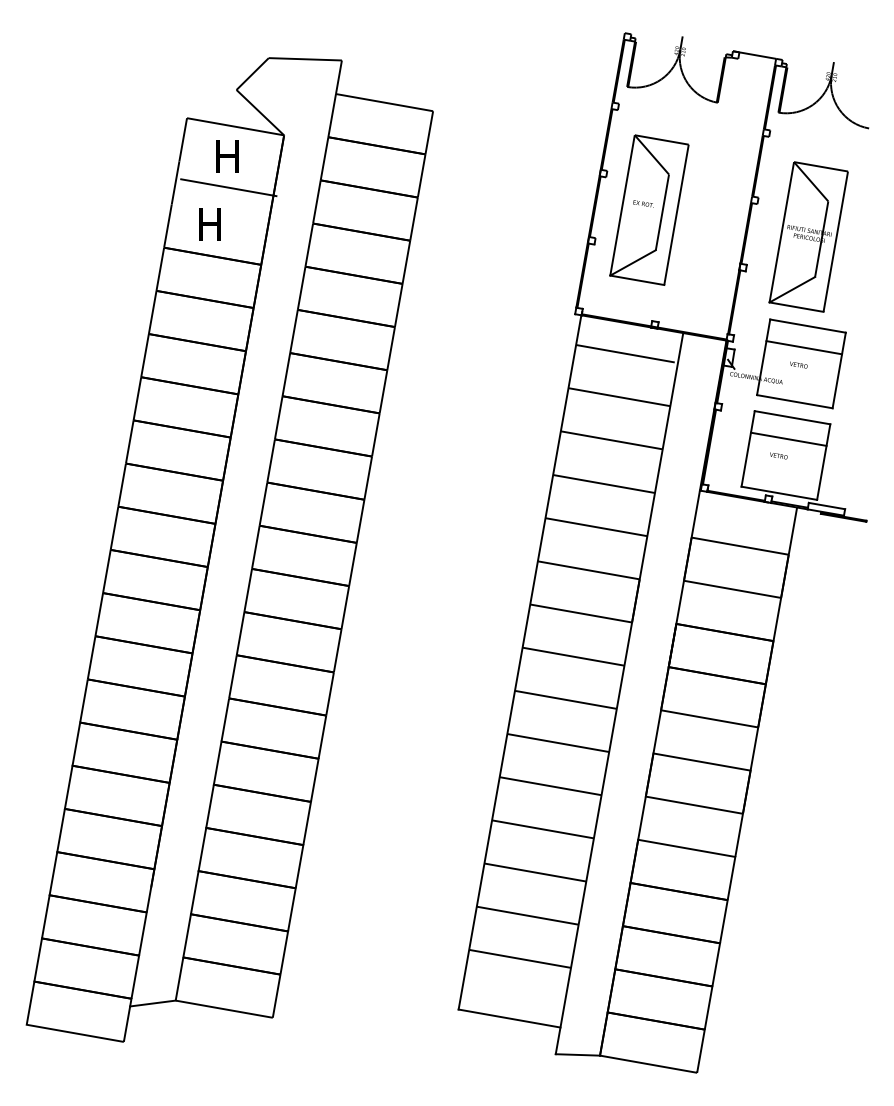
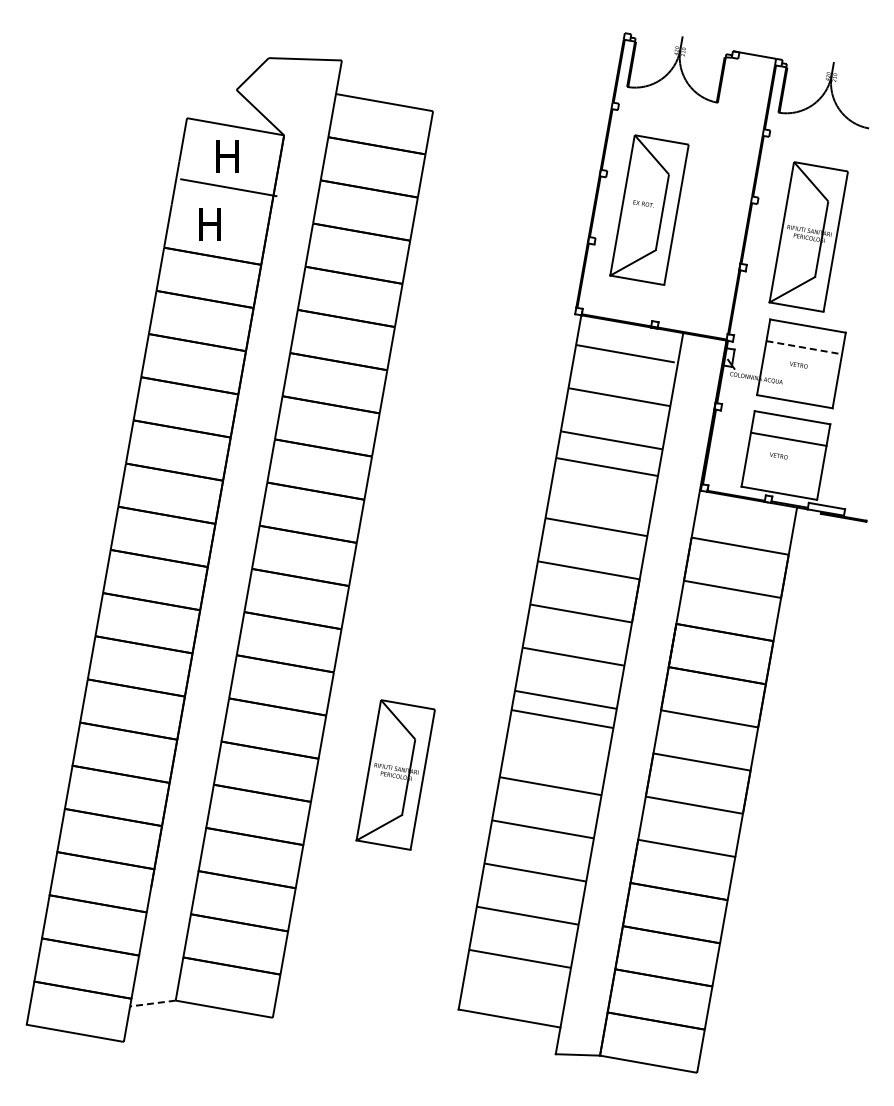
line at (804, 347): solid -> dashed
line at (603, 484) position: (603, 484) -> (606, 467)
line at (558, 743) position: (558, 743) -> (562, 719)
part at (395, 774): none -> present
line at (152, 1003): solid -> dashed
